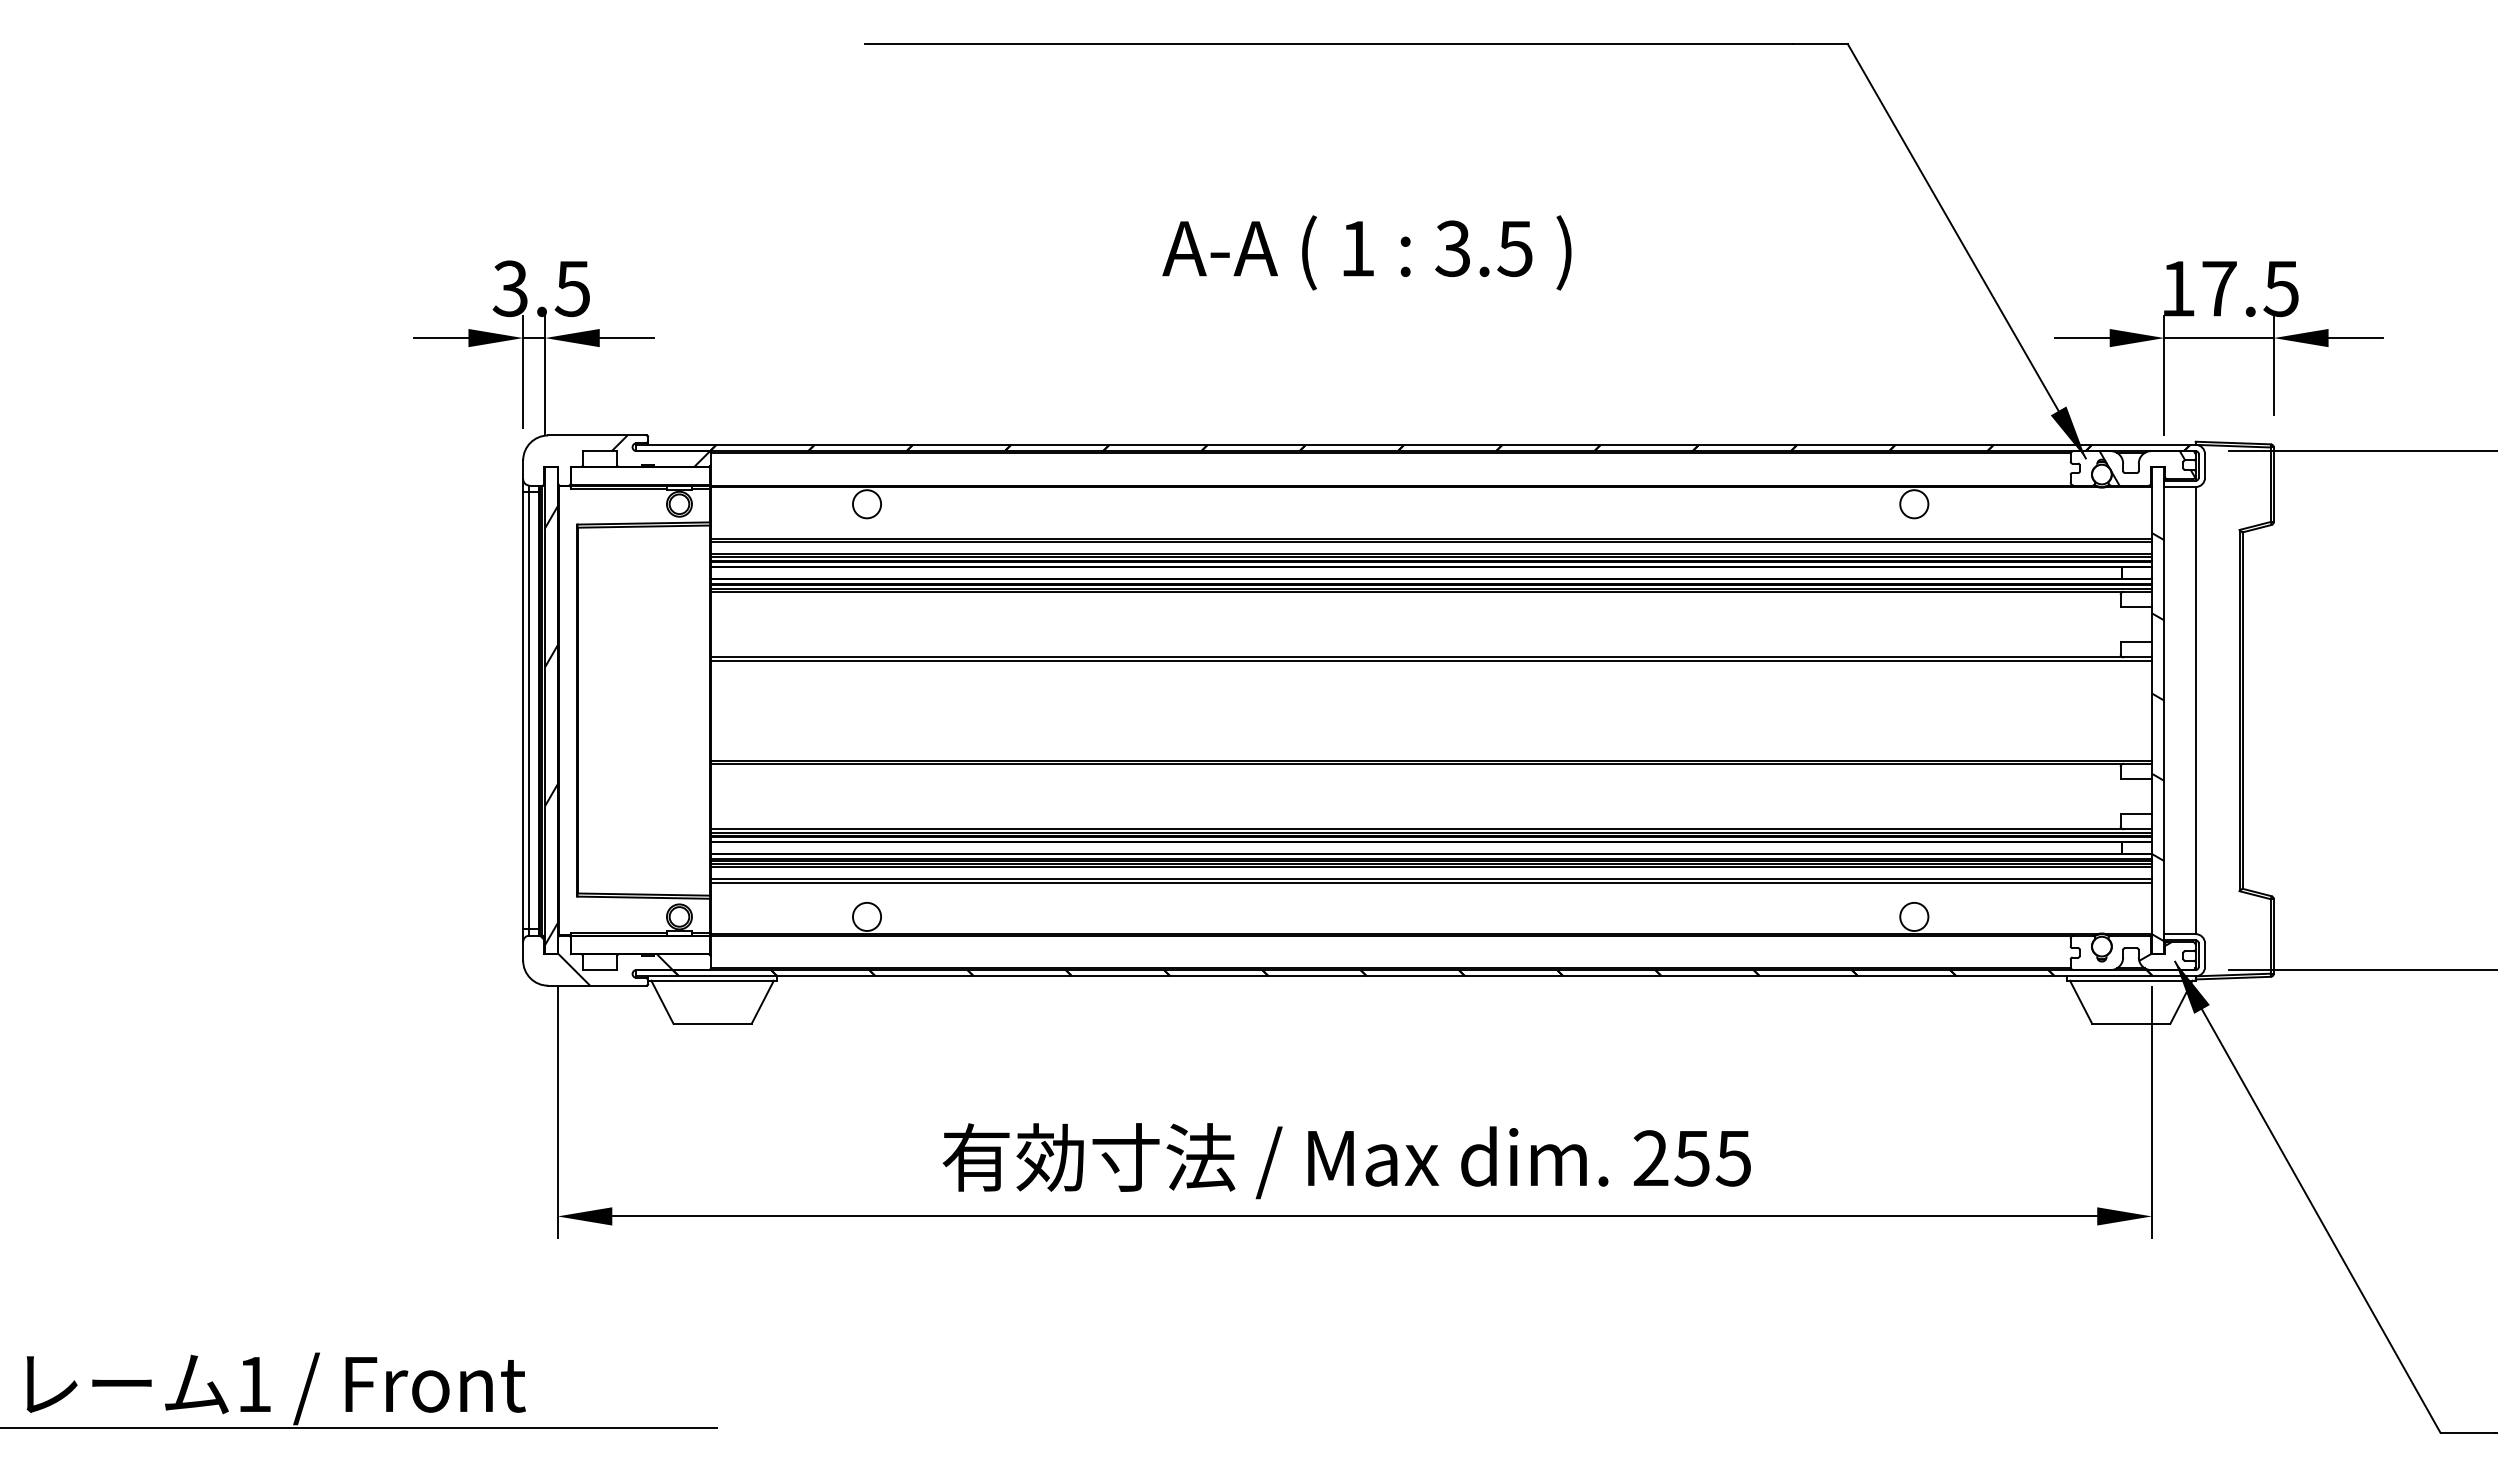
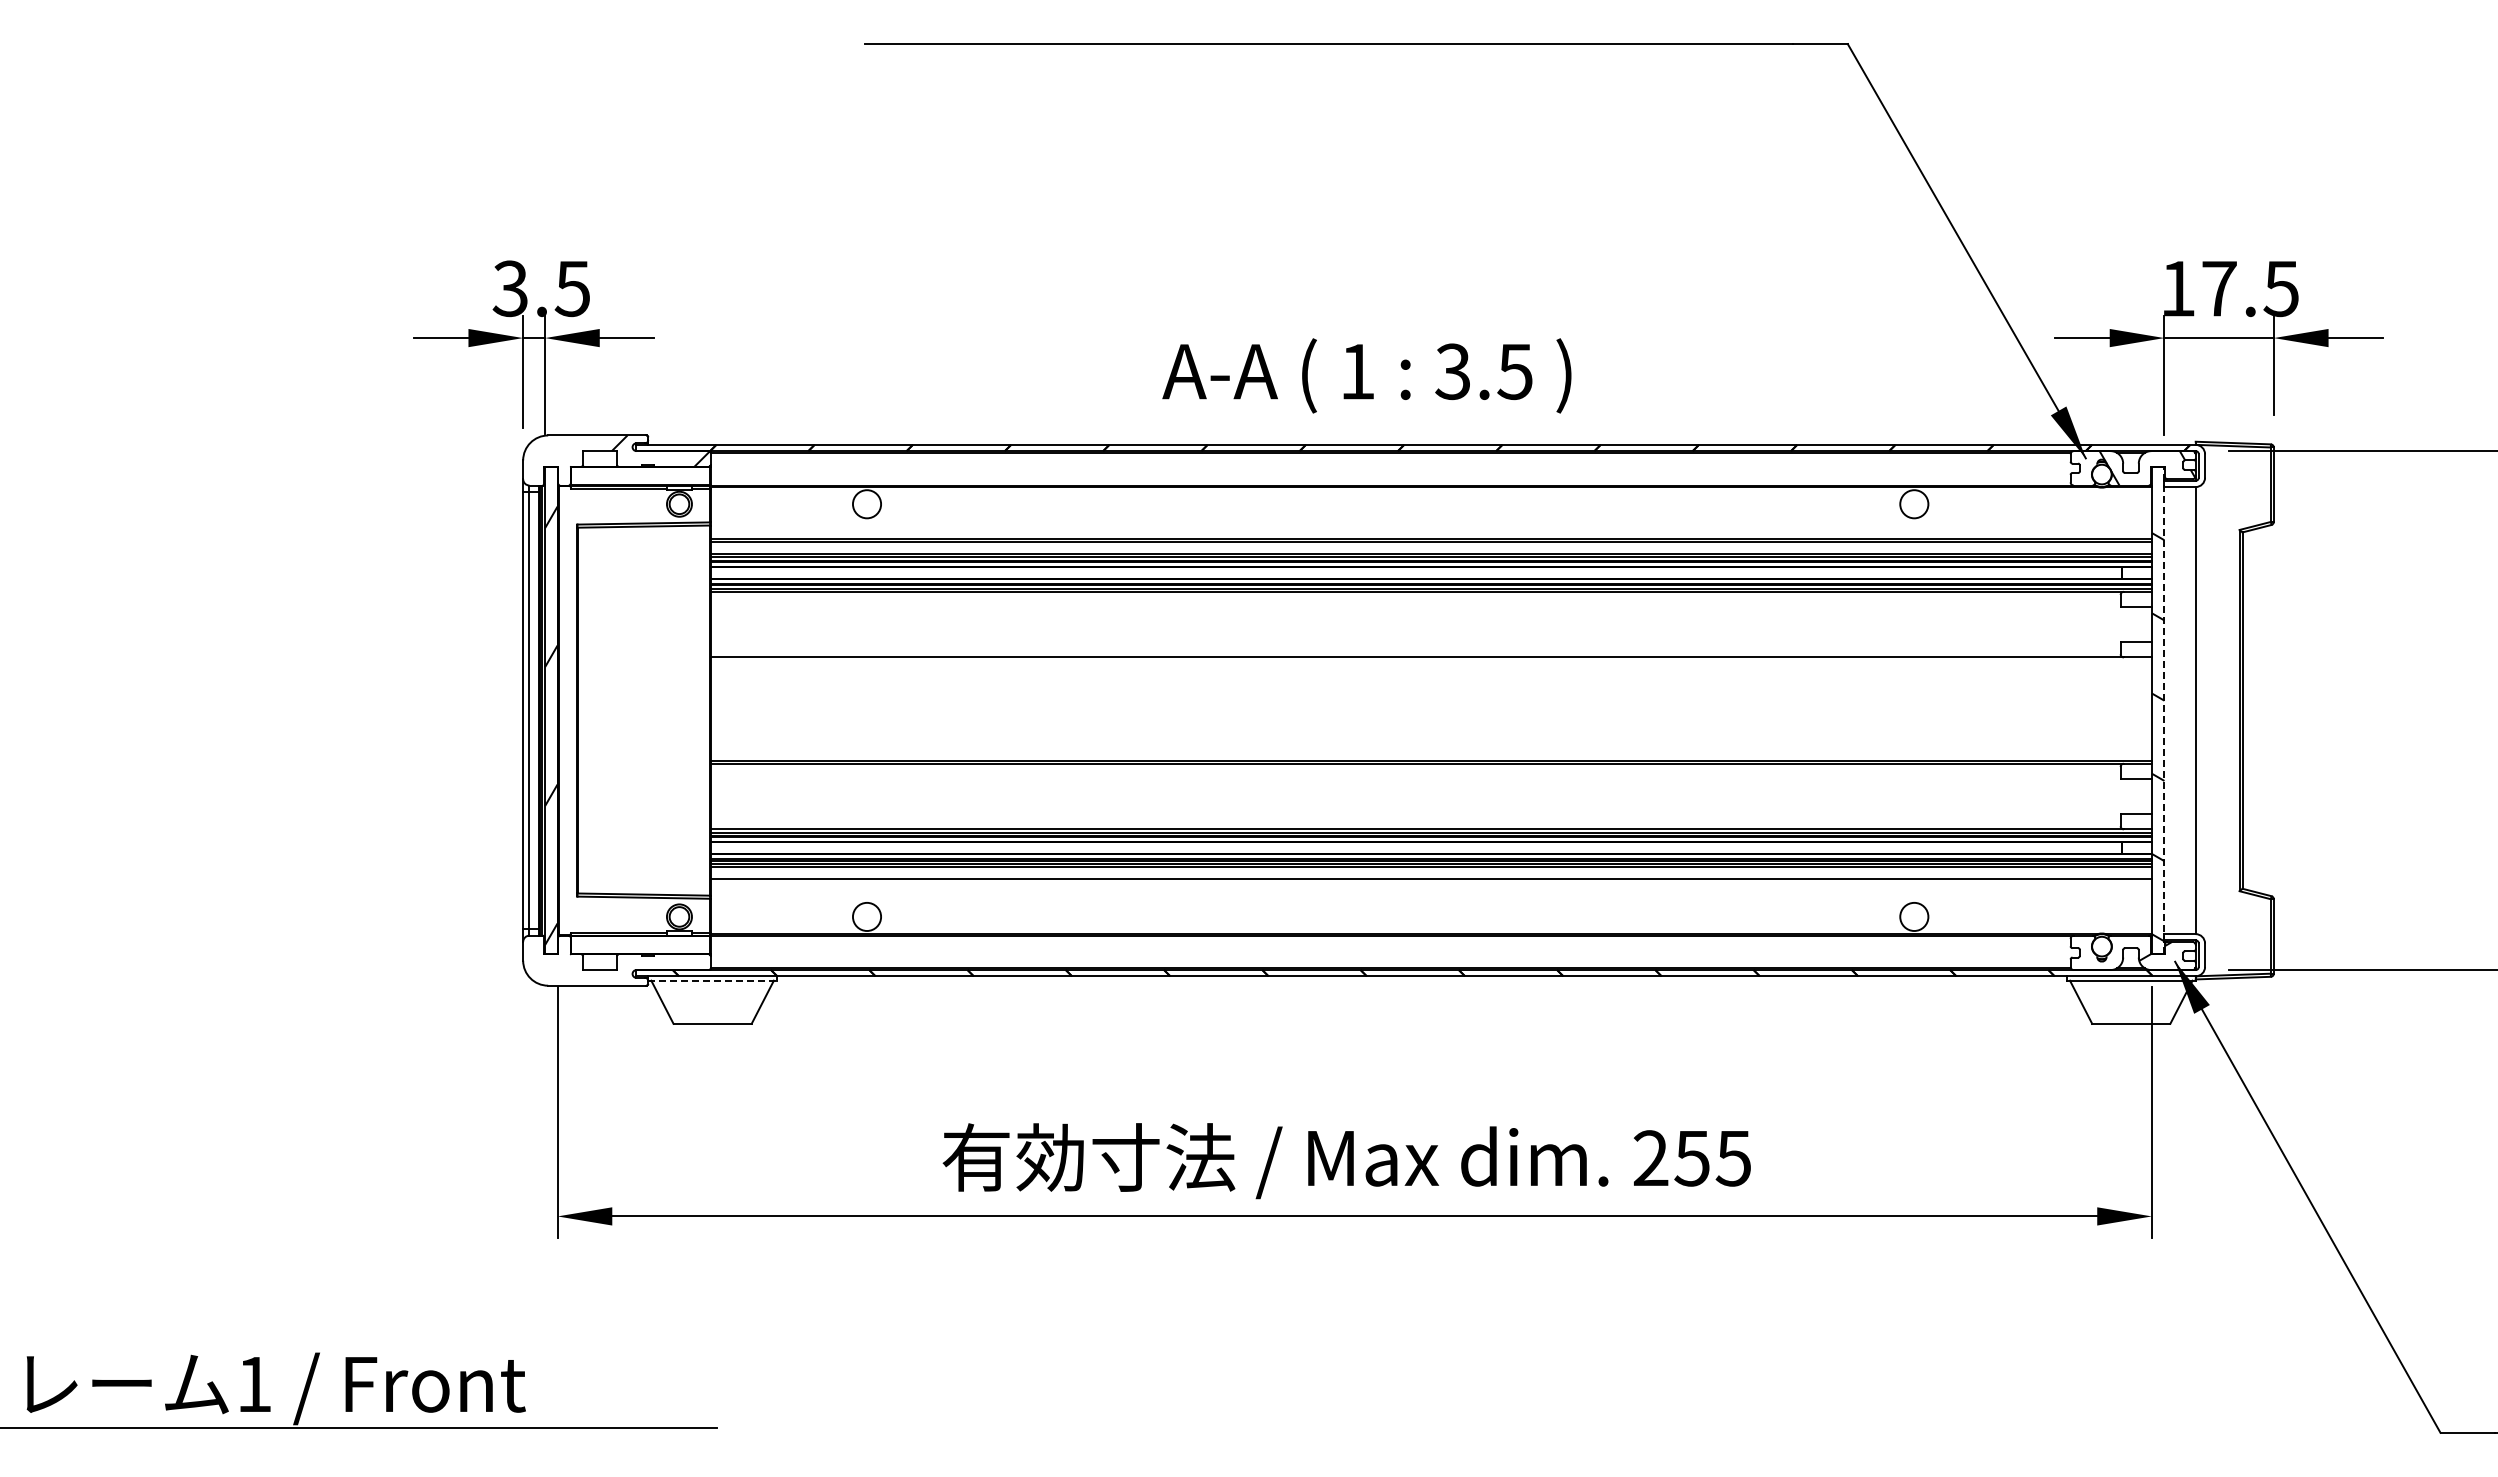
text at (1366, 252) position: (1366, 252) -> (1366, 375)
line at (1430, 660): present -> none
line at (2164, 710): solid -> dashed
line at (1430, 882): present -> none
hatch at (606, 960): present -> none
line at (713, 980): solid -> dashed
